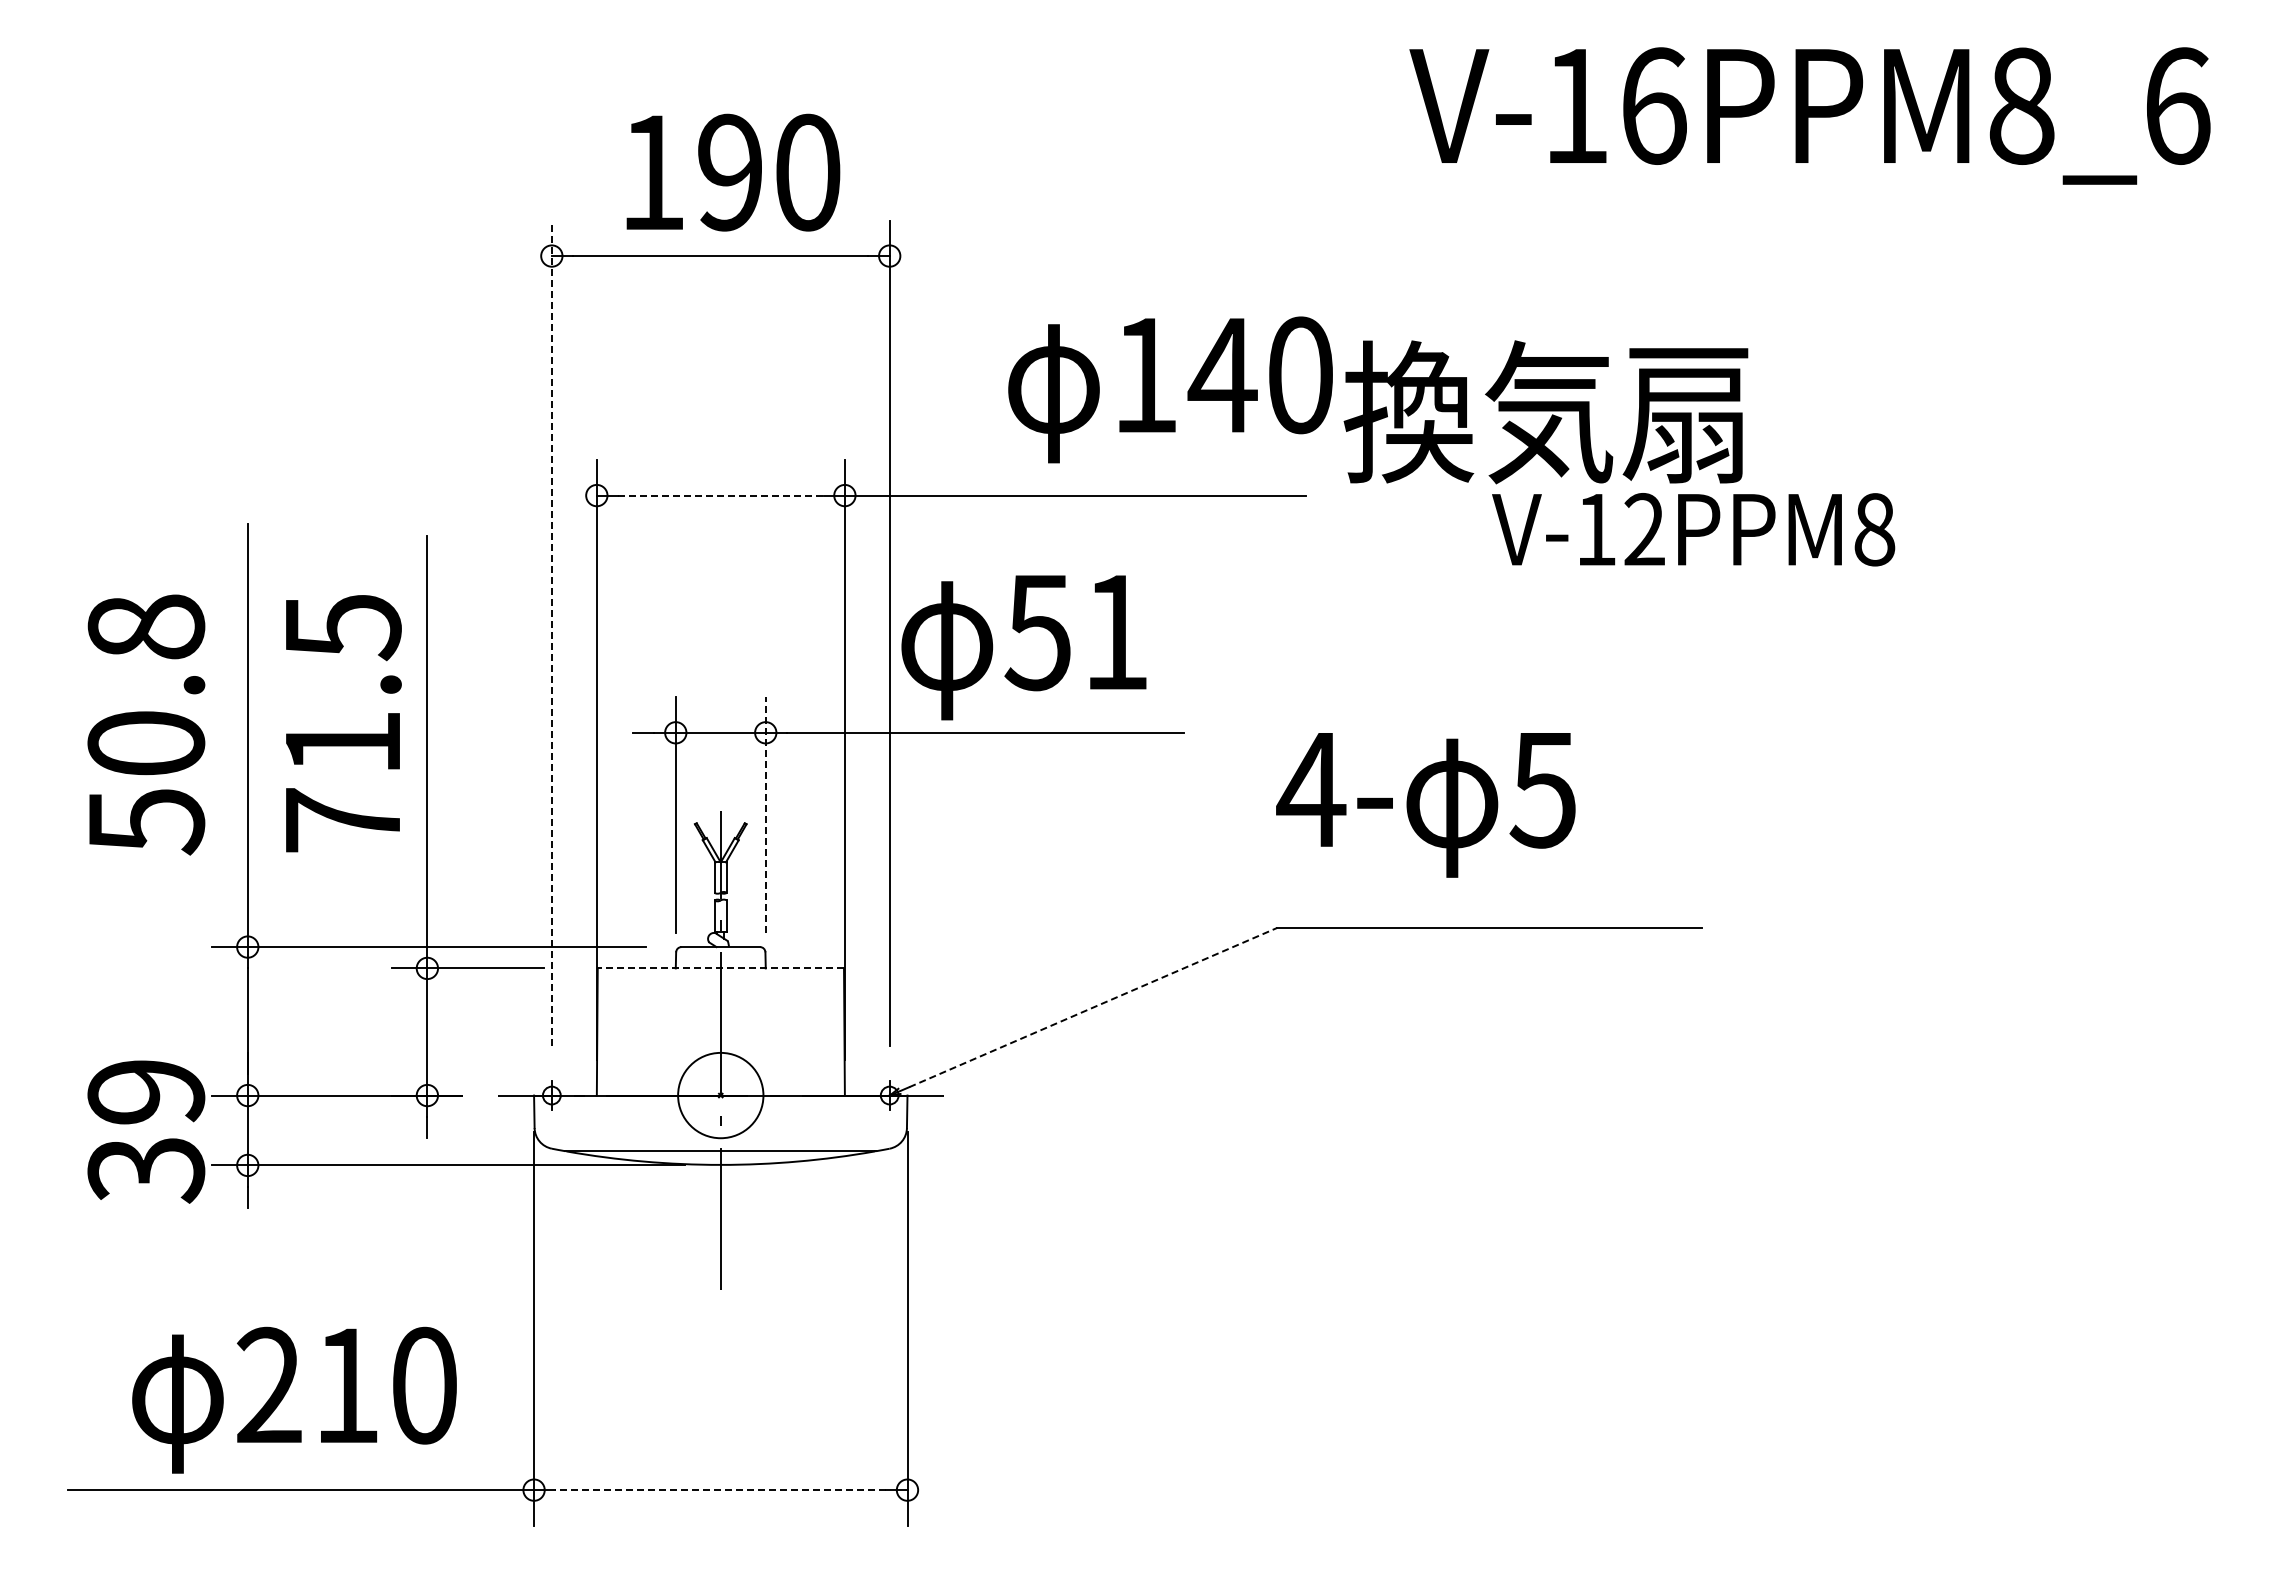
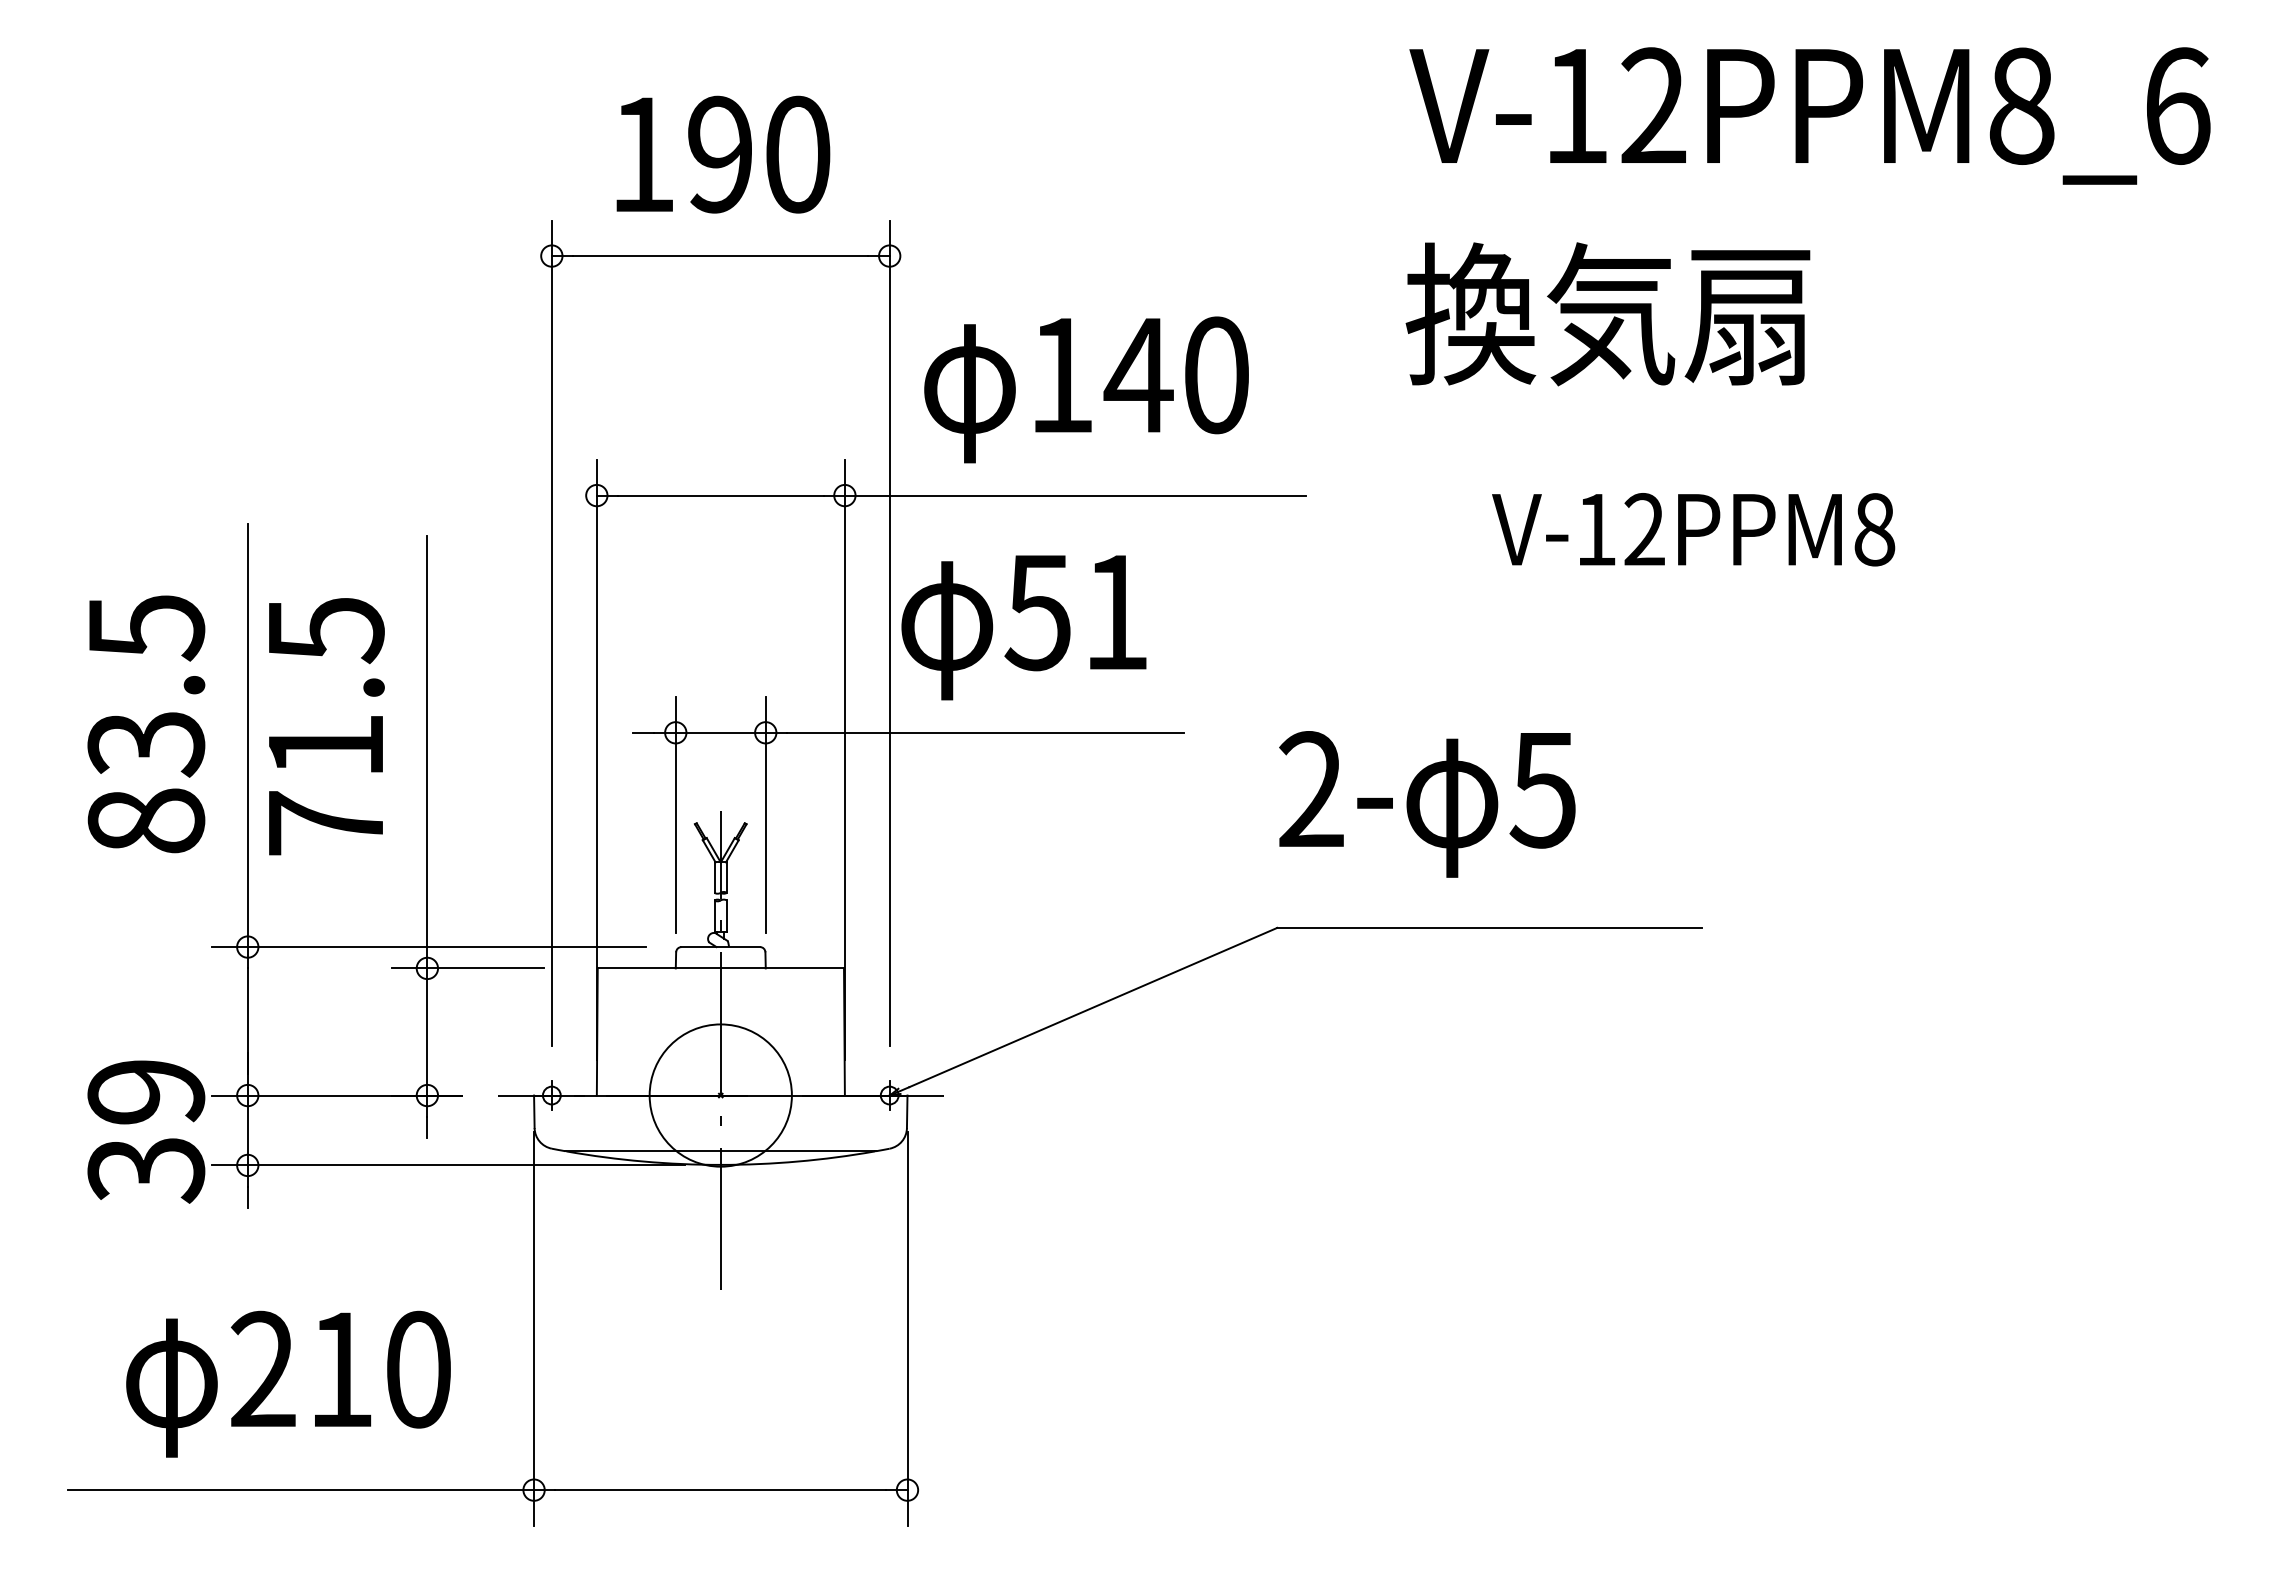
text at (1653, 105): V-16PPM8_6 -> V-12PPM8_6
text at (733, 172) position: (733, 172) -> (723, 154)
text at (1170, 389) position: (1170, 389) -> (1086, 389)
text at (1545, 412) position: (1545, 412) -> (1607, 314)
line at (720, 495): dashed -> solid
line at (551, 633): dashed -> solid
text at (1023, 647) position: (1023, 647) -> (1023, 627)
text at (343, 723) position: (343, 723) -> (326, 726)
text at (146, 724): 50.8 -> 83.5
text at (1311, 788): 4- -> 2-
line at (765, 815): dashed -> solid
line at (720, 968): dashed -> solid
line at (1093, 1007): dashed -> solid
circle at (720, 1095) diameter: 85 px -> 142 px
text at (294, 1399) position: (294, 1399) -> (288, 1383)
line at (720, 1490): dashed -> solid
